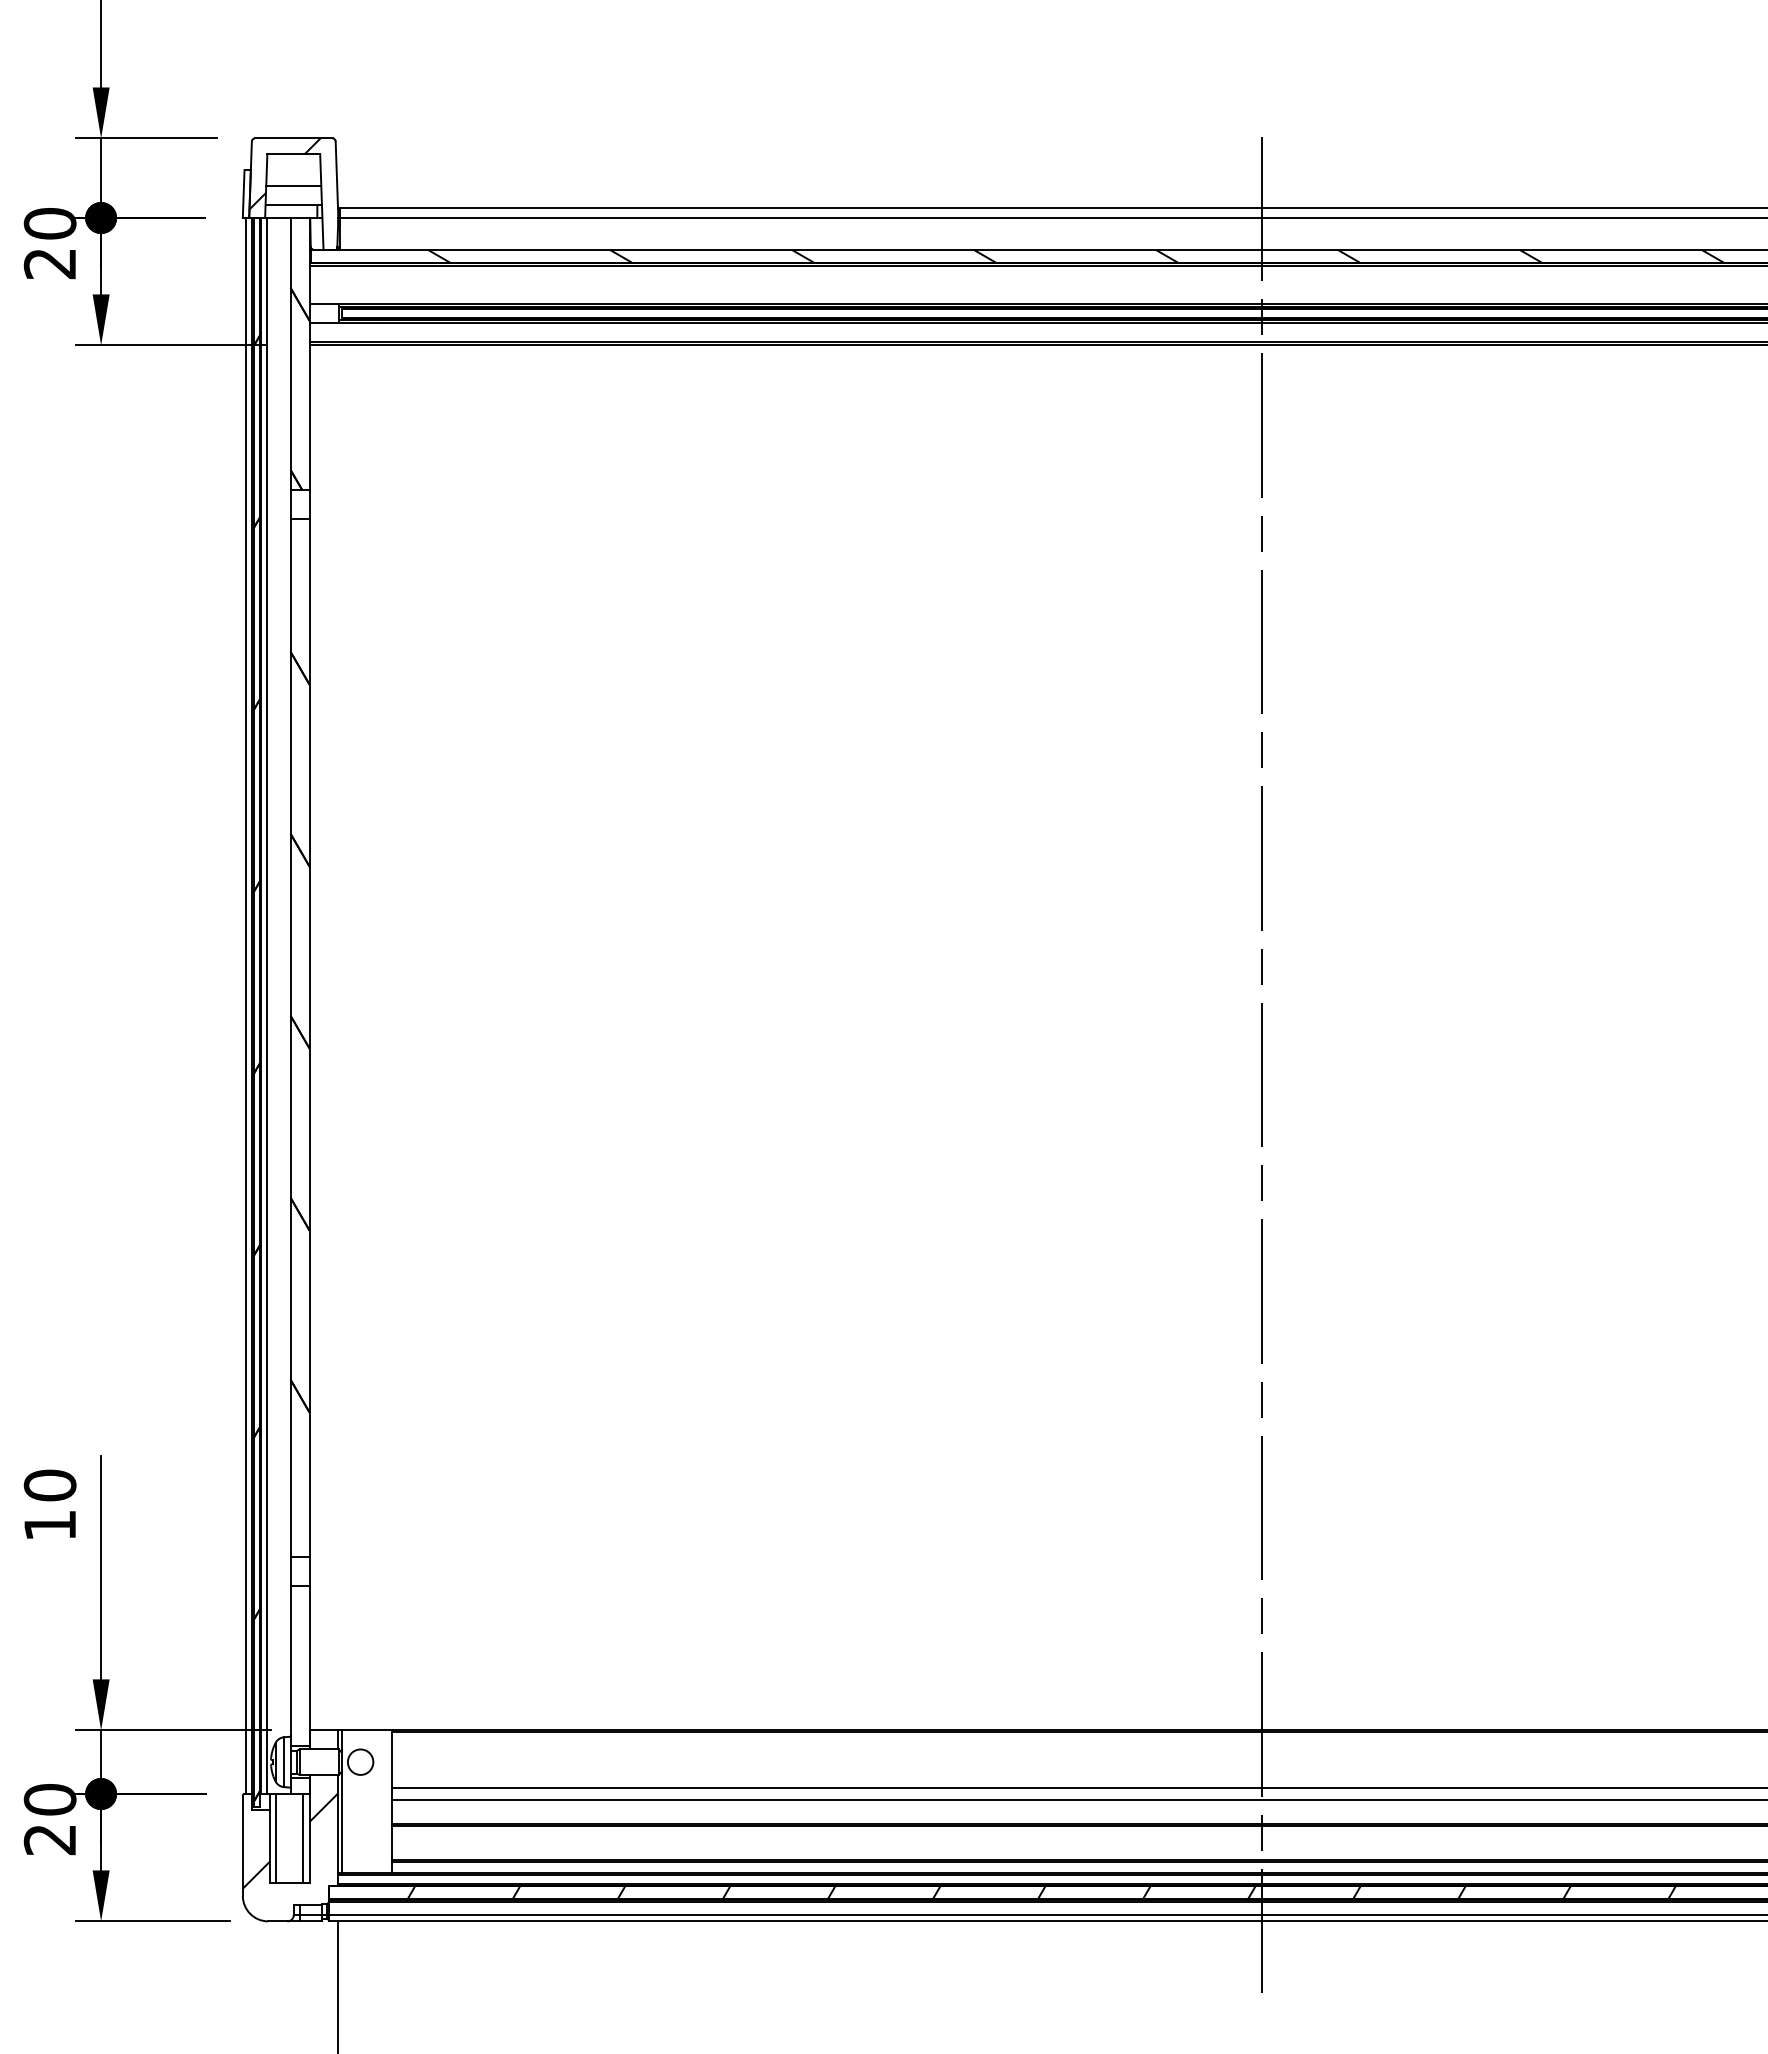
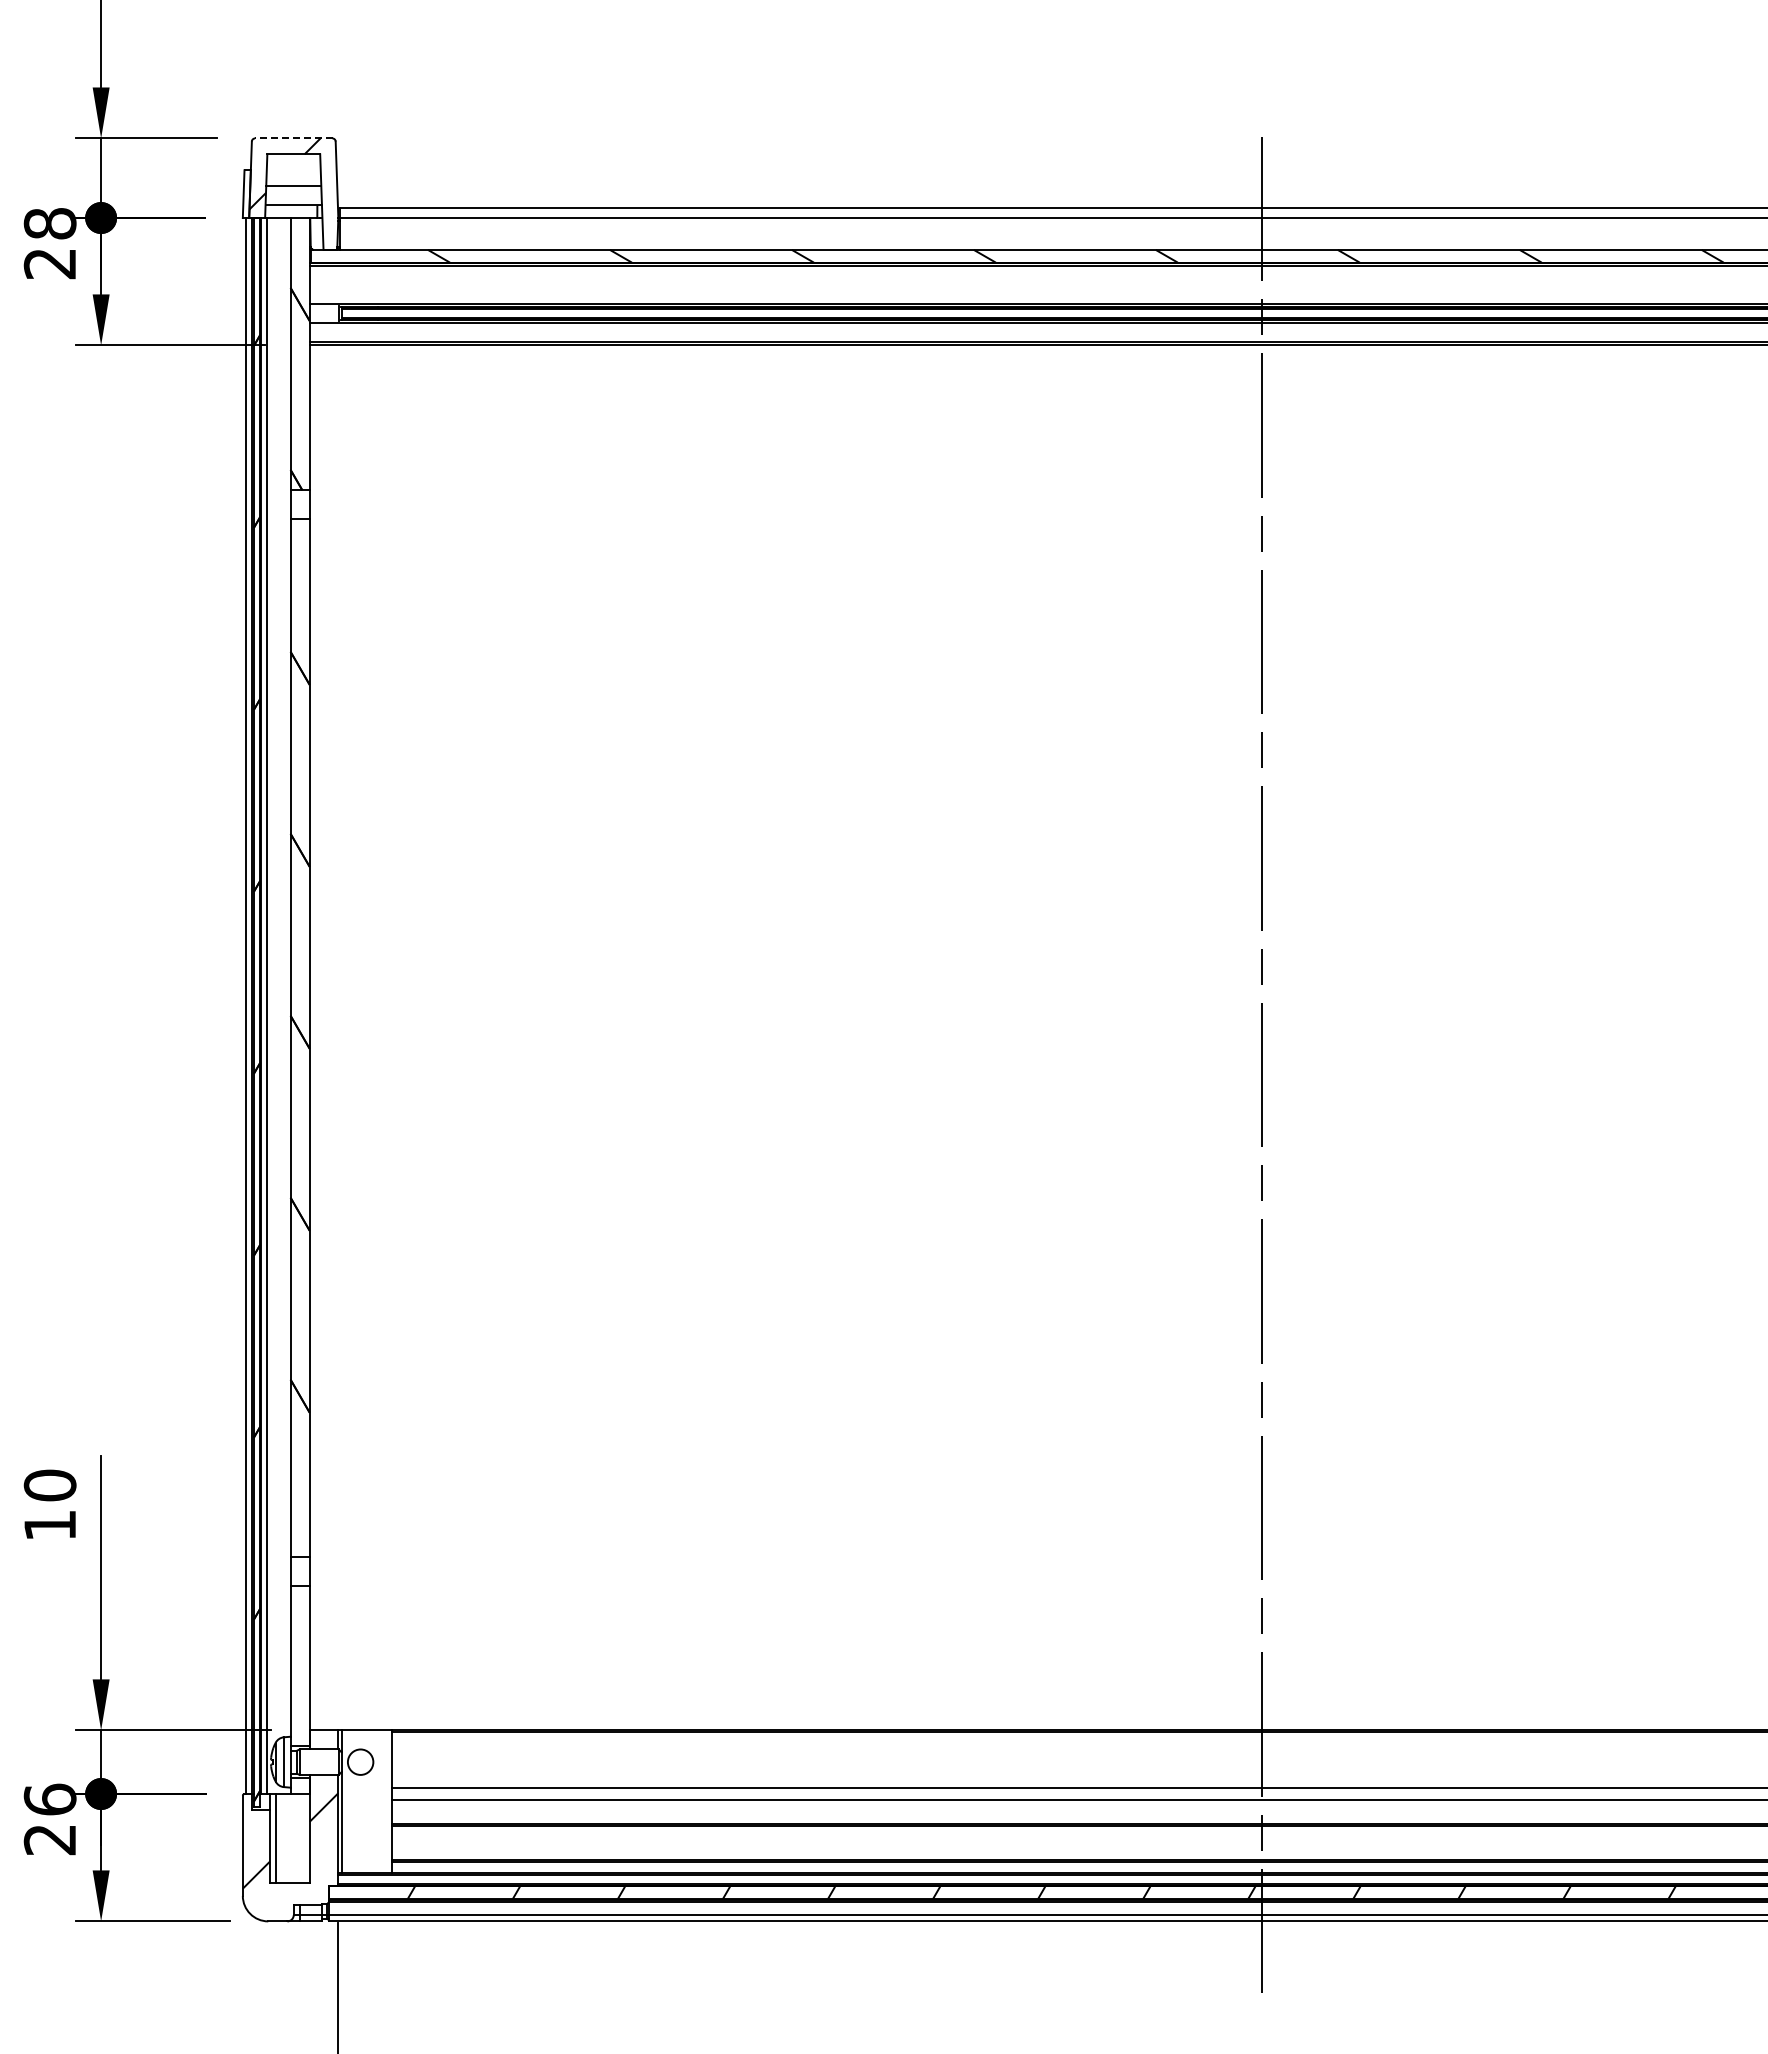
line at (293, 138): solid -> dashed
text at (50, 223): 20 -> 28
text at (49, 1799): 20 -> 26
line at (303, 1838): present -> none
